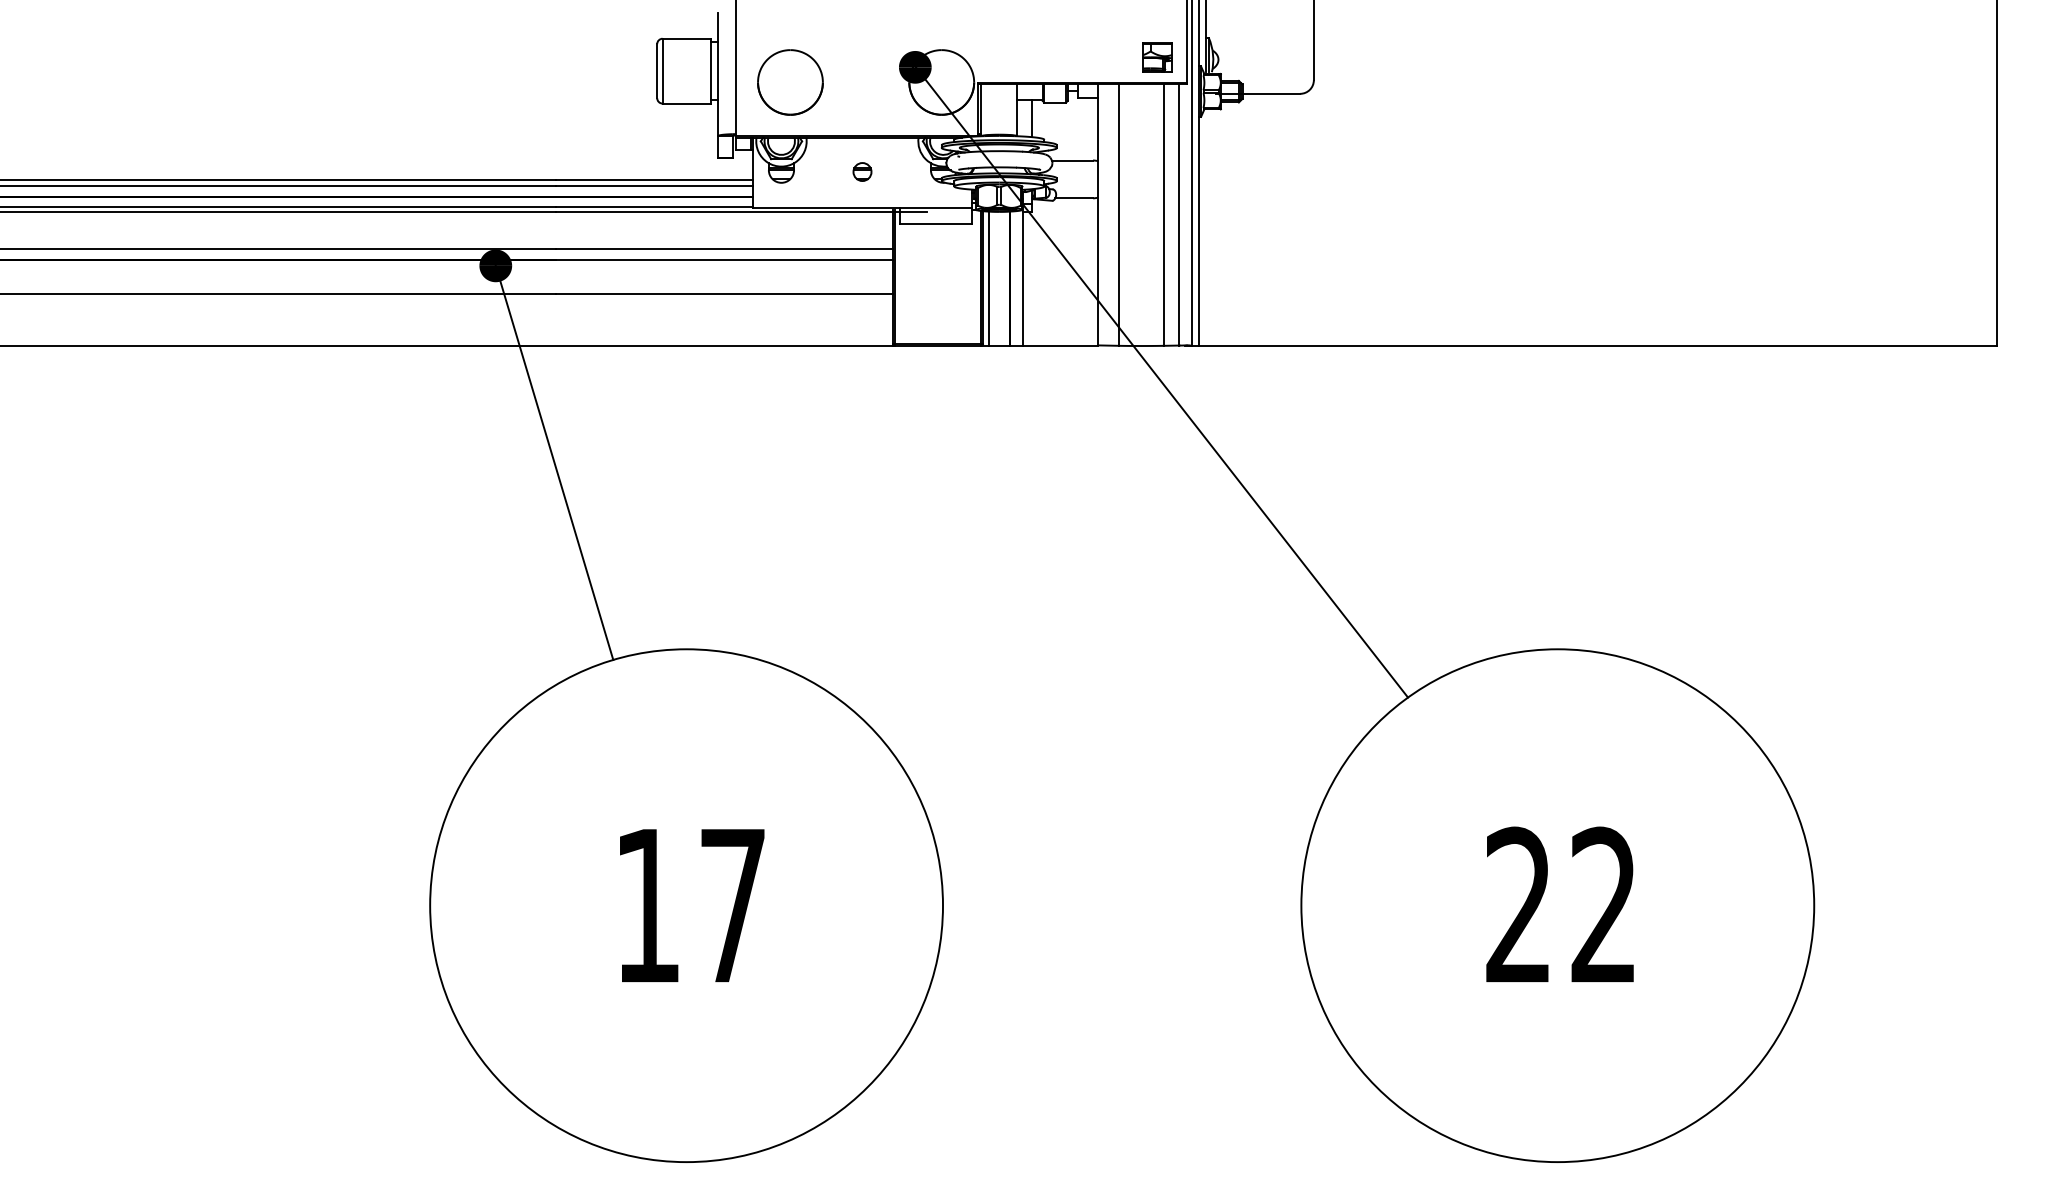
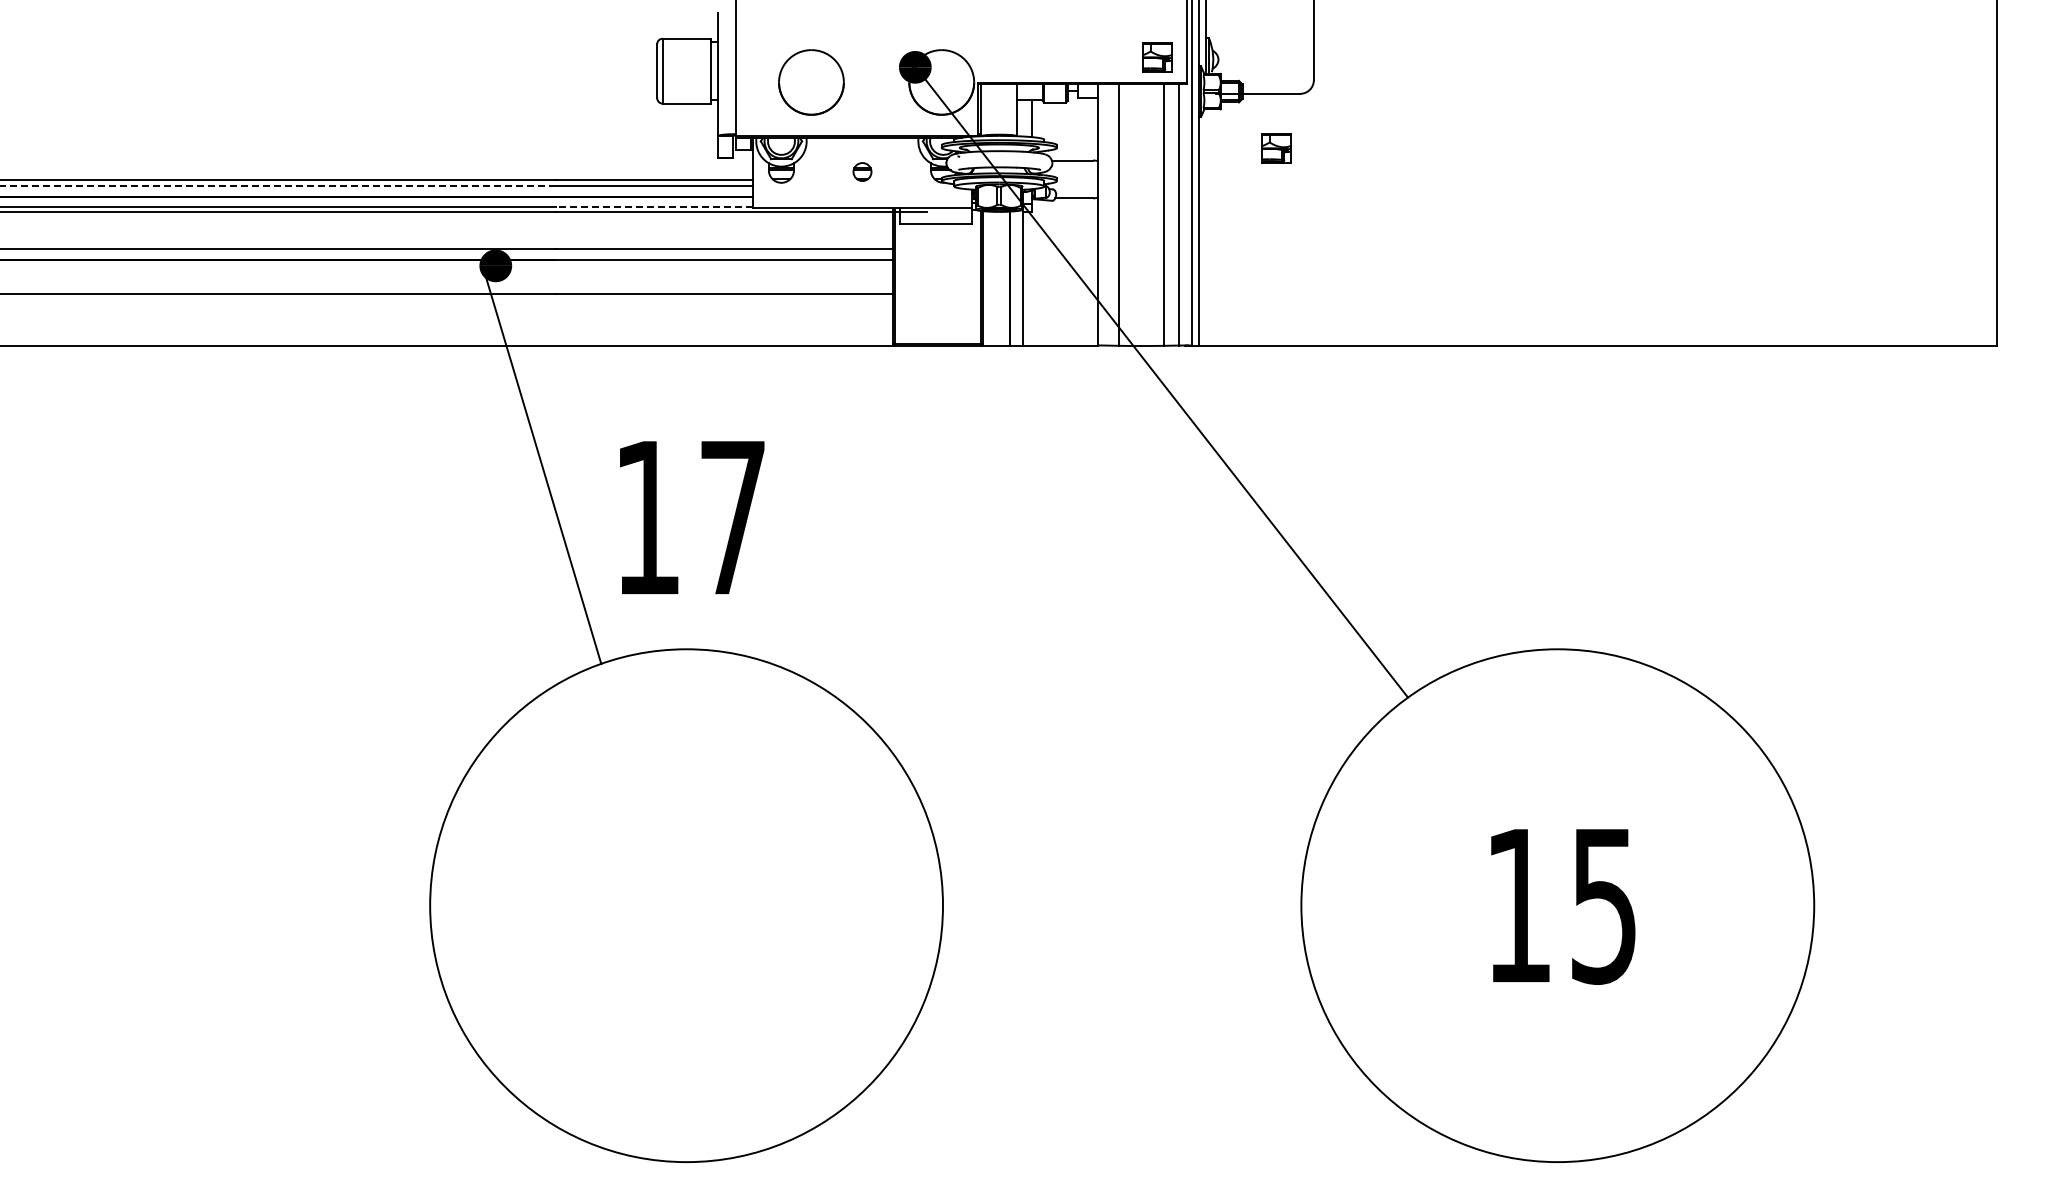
part at (790, 82) position: (790, 82) -> (811, 82)
part at (1276, 148): none -> present
line at (278, 186): solid -> dashed
line at (653, 206): solid -> dashed
line at (989, 278): present -> none
line at (554, 462) position: (554, 462) -> (542, 466)
text at (692, 905) position: (692, 905) -> (692, 517)
text at (1560, 905): 22 -> 15
